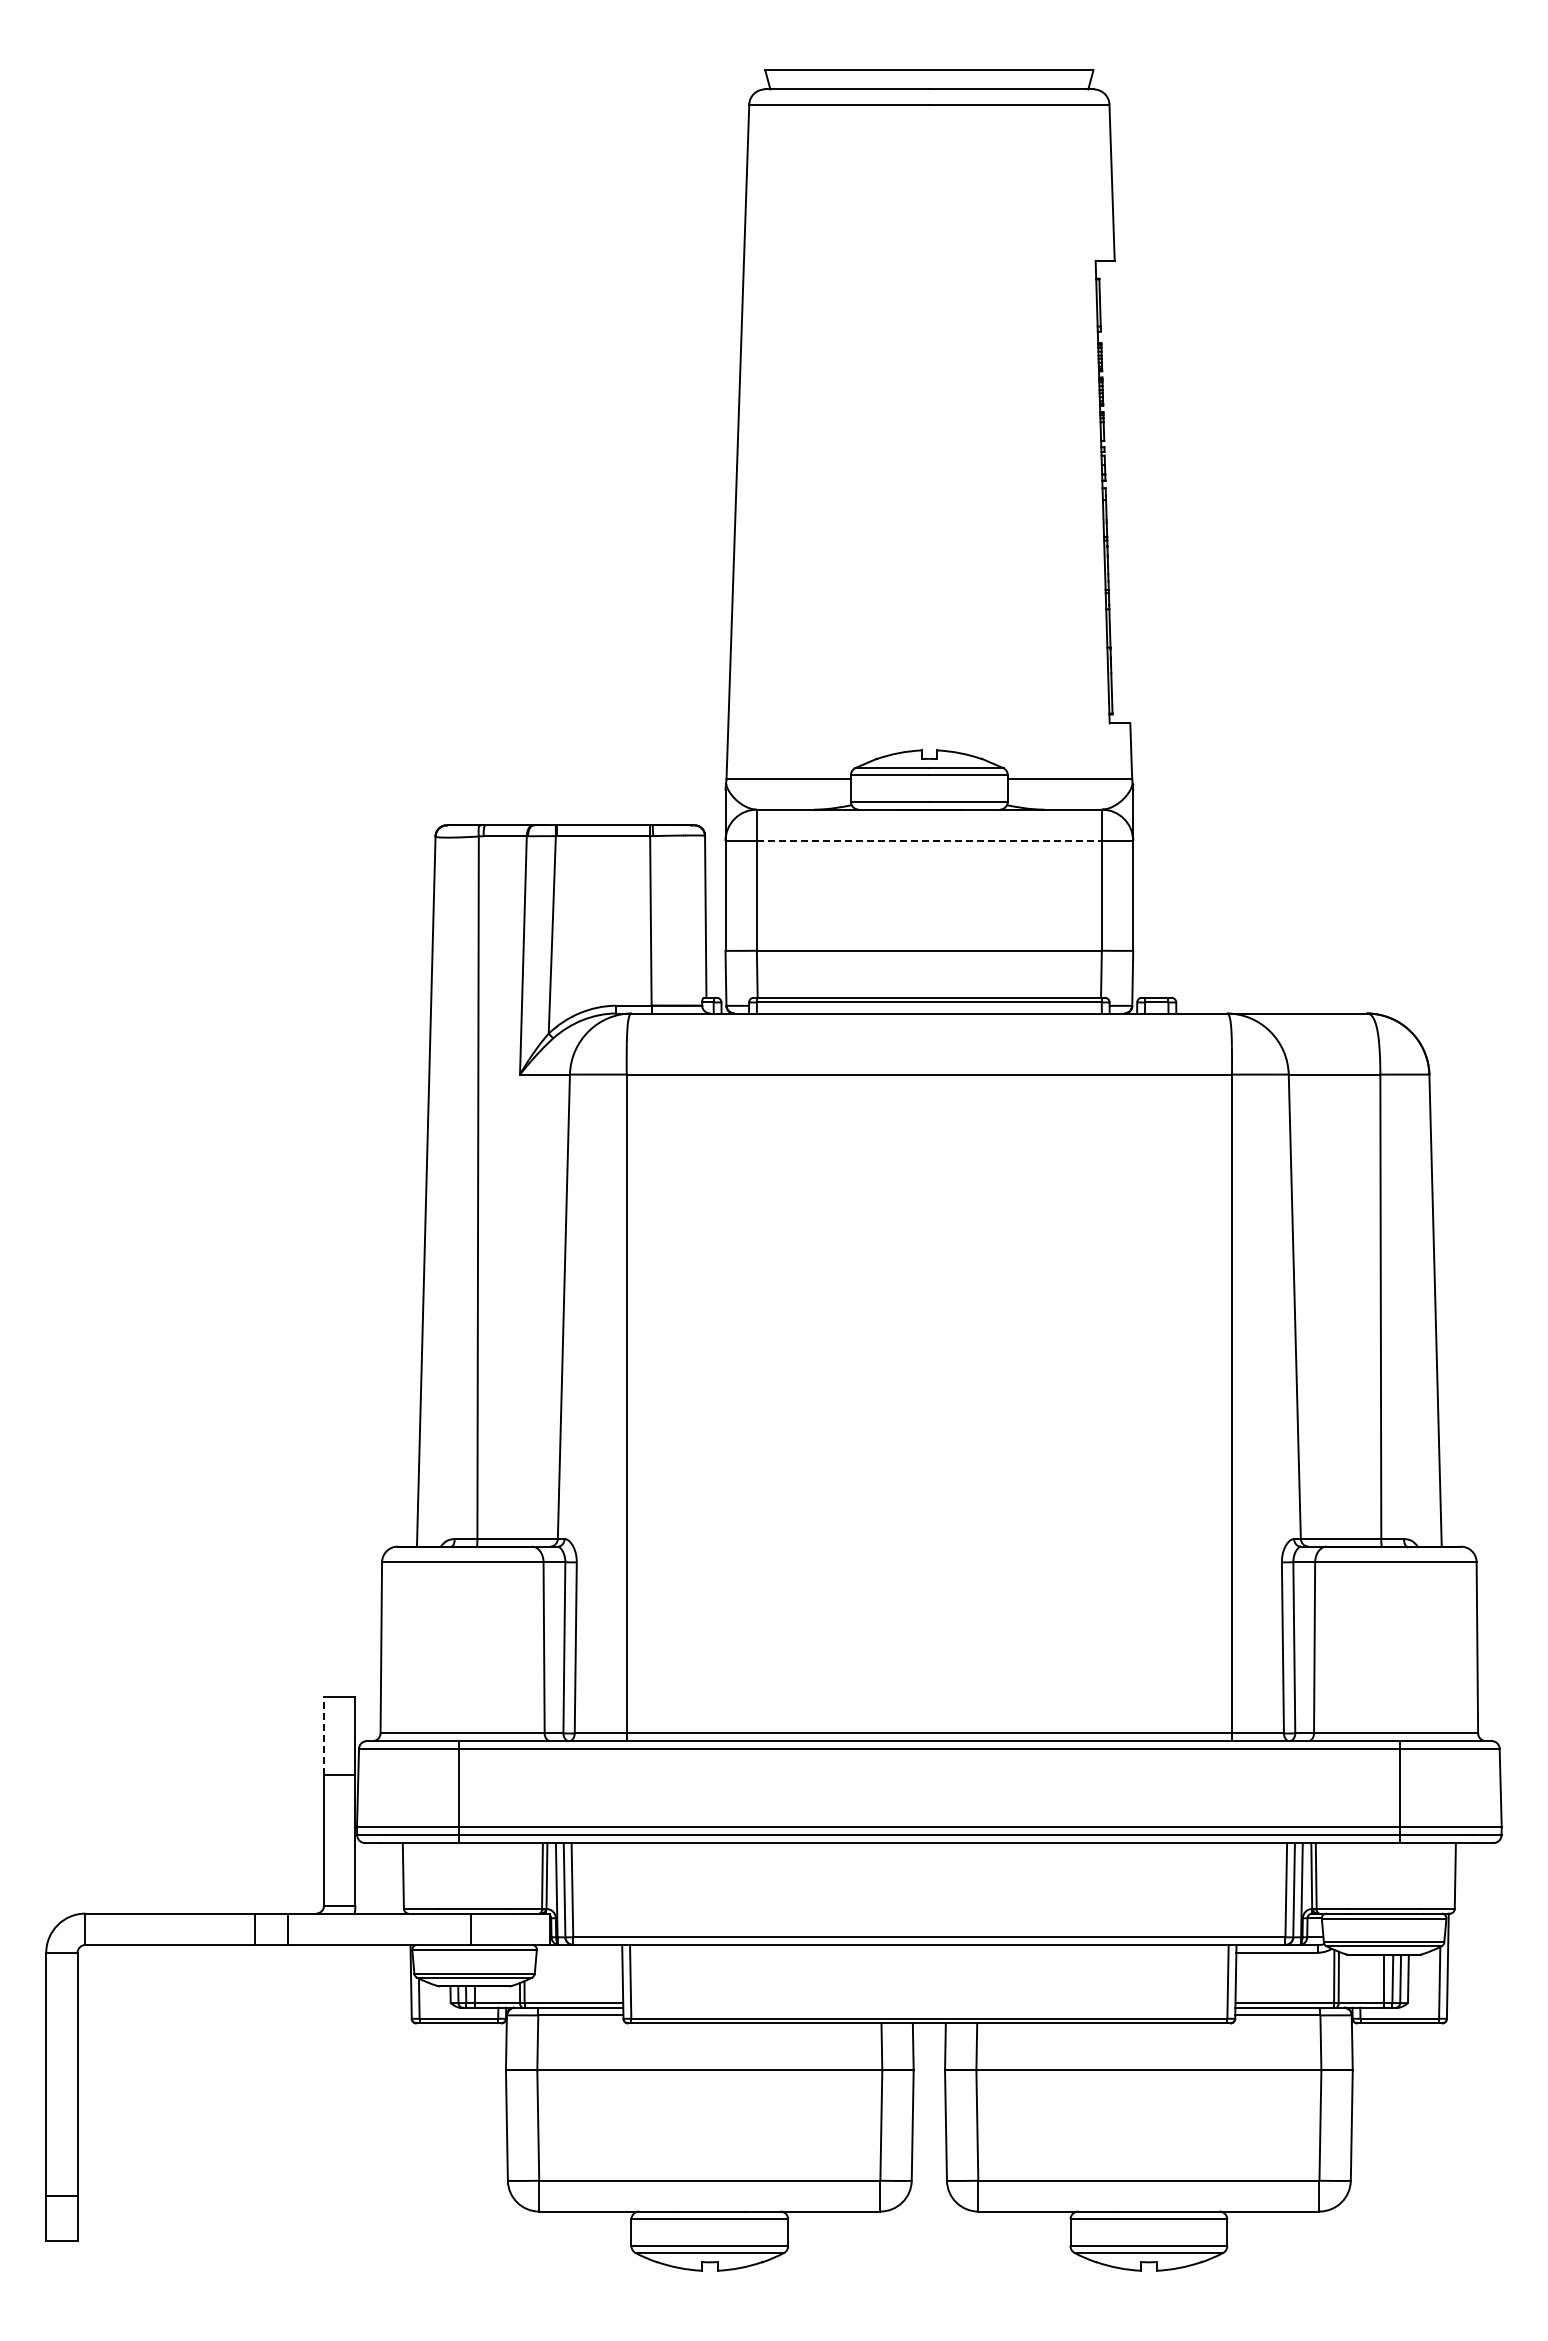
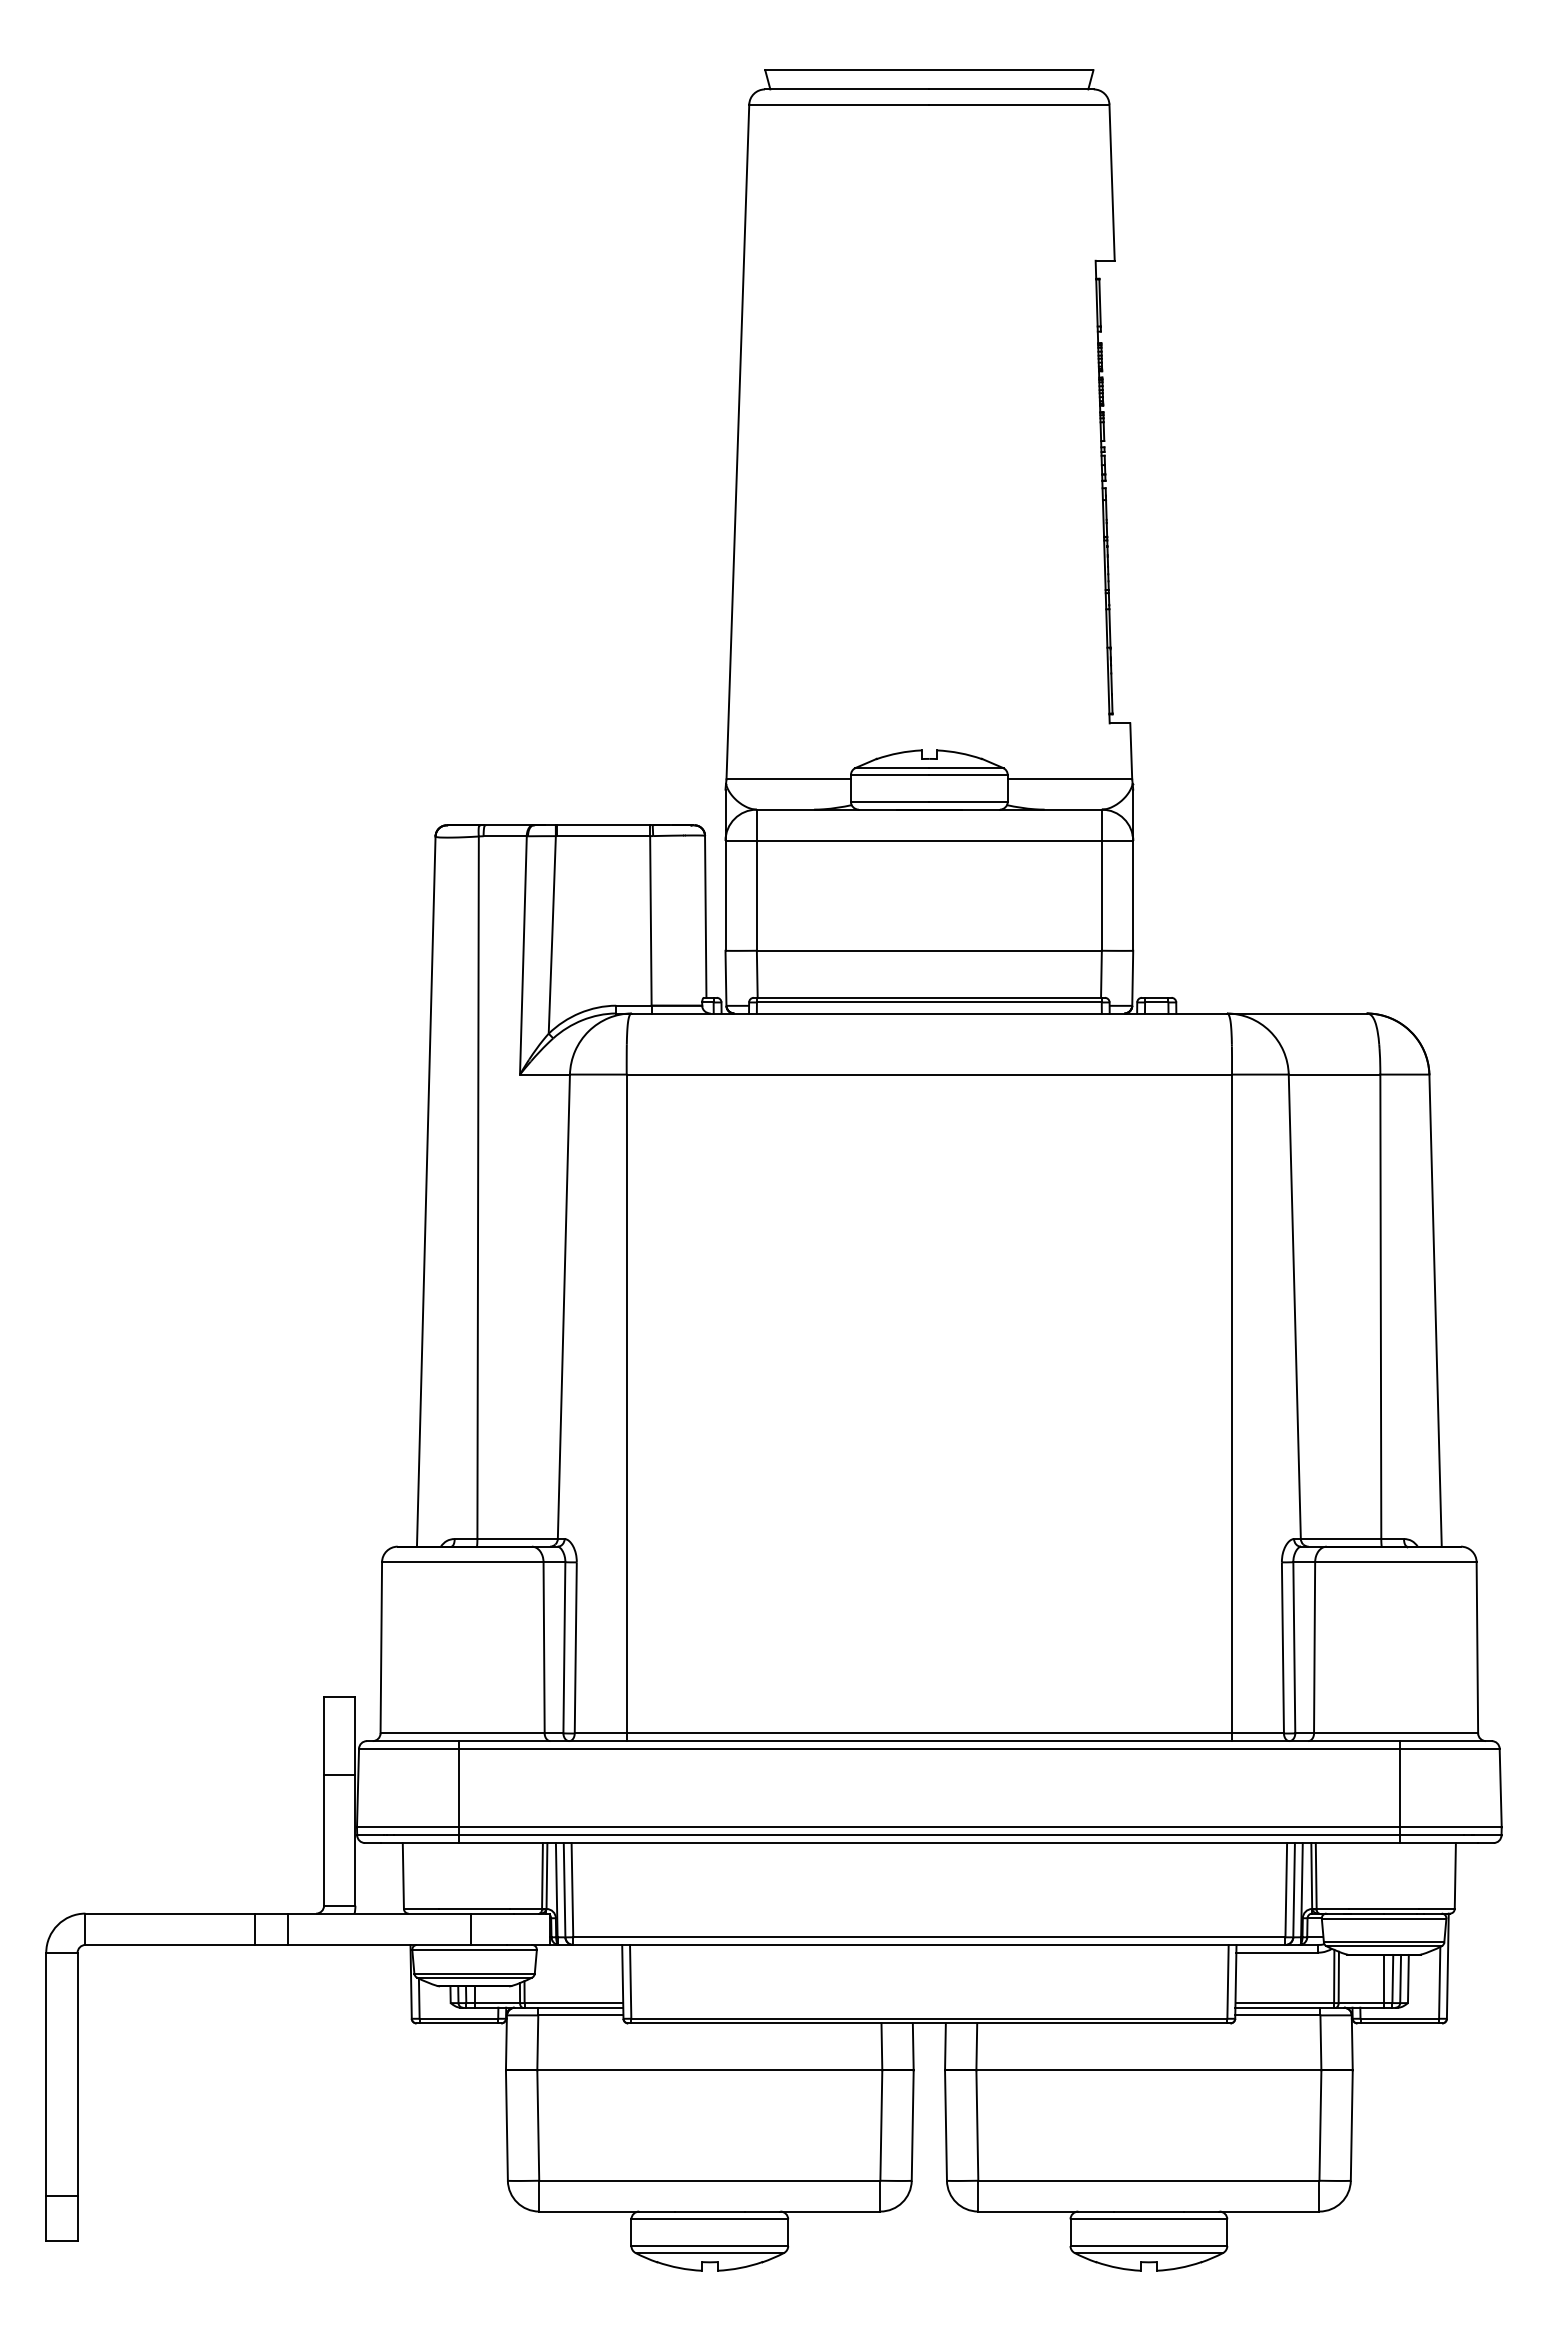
line at (929, 841): dashed -> solid
line at (324, 1735): dashed -> solid
